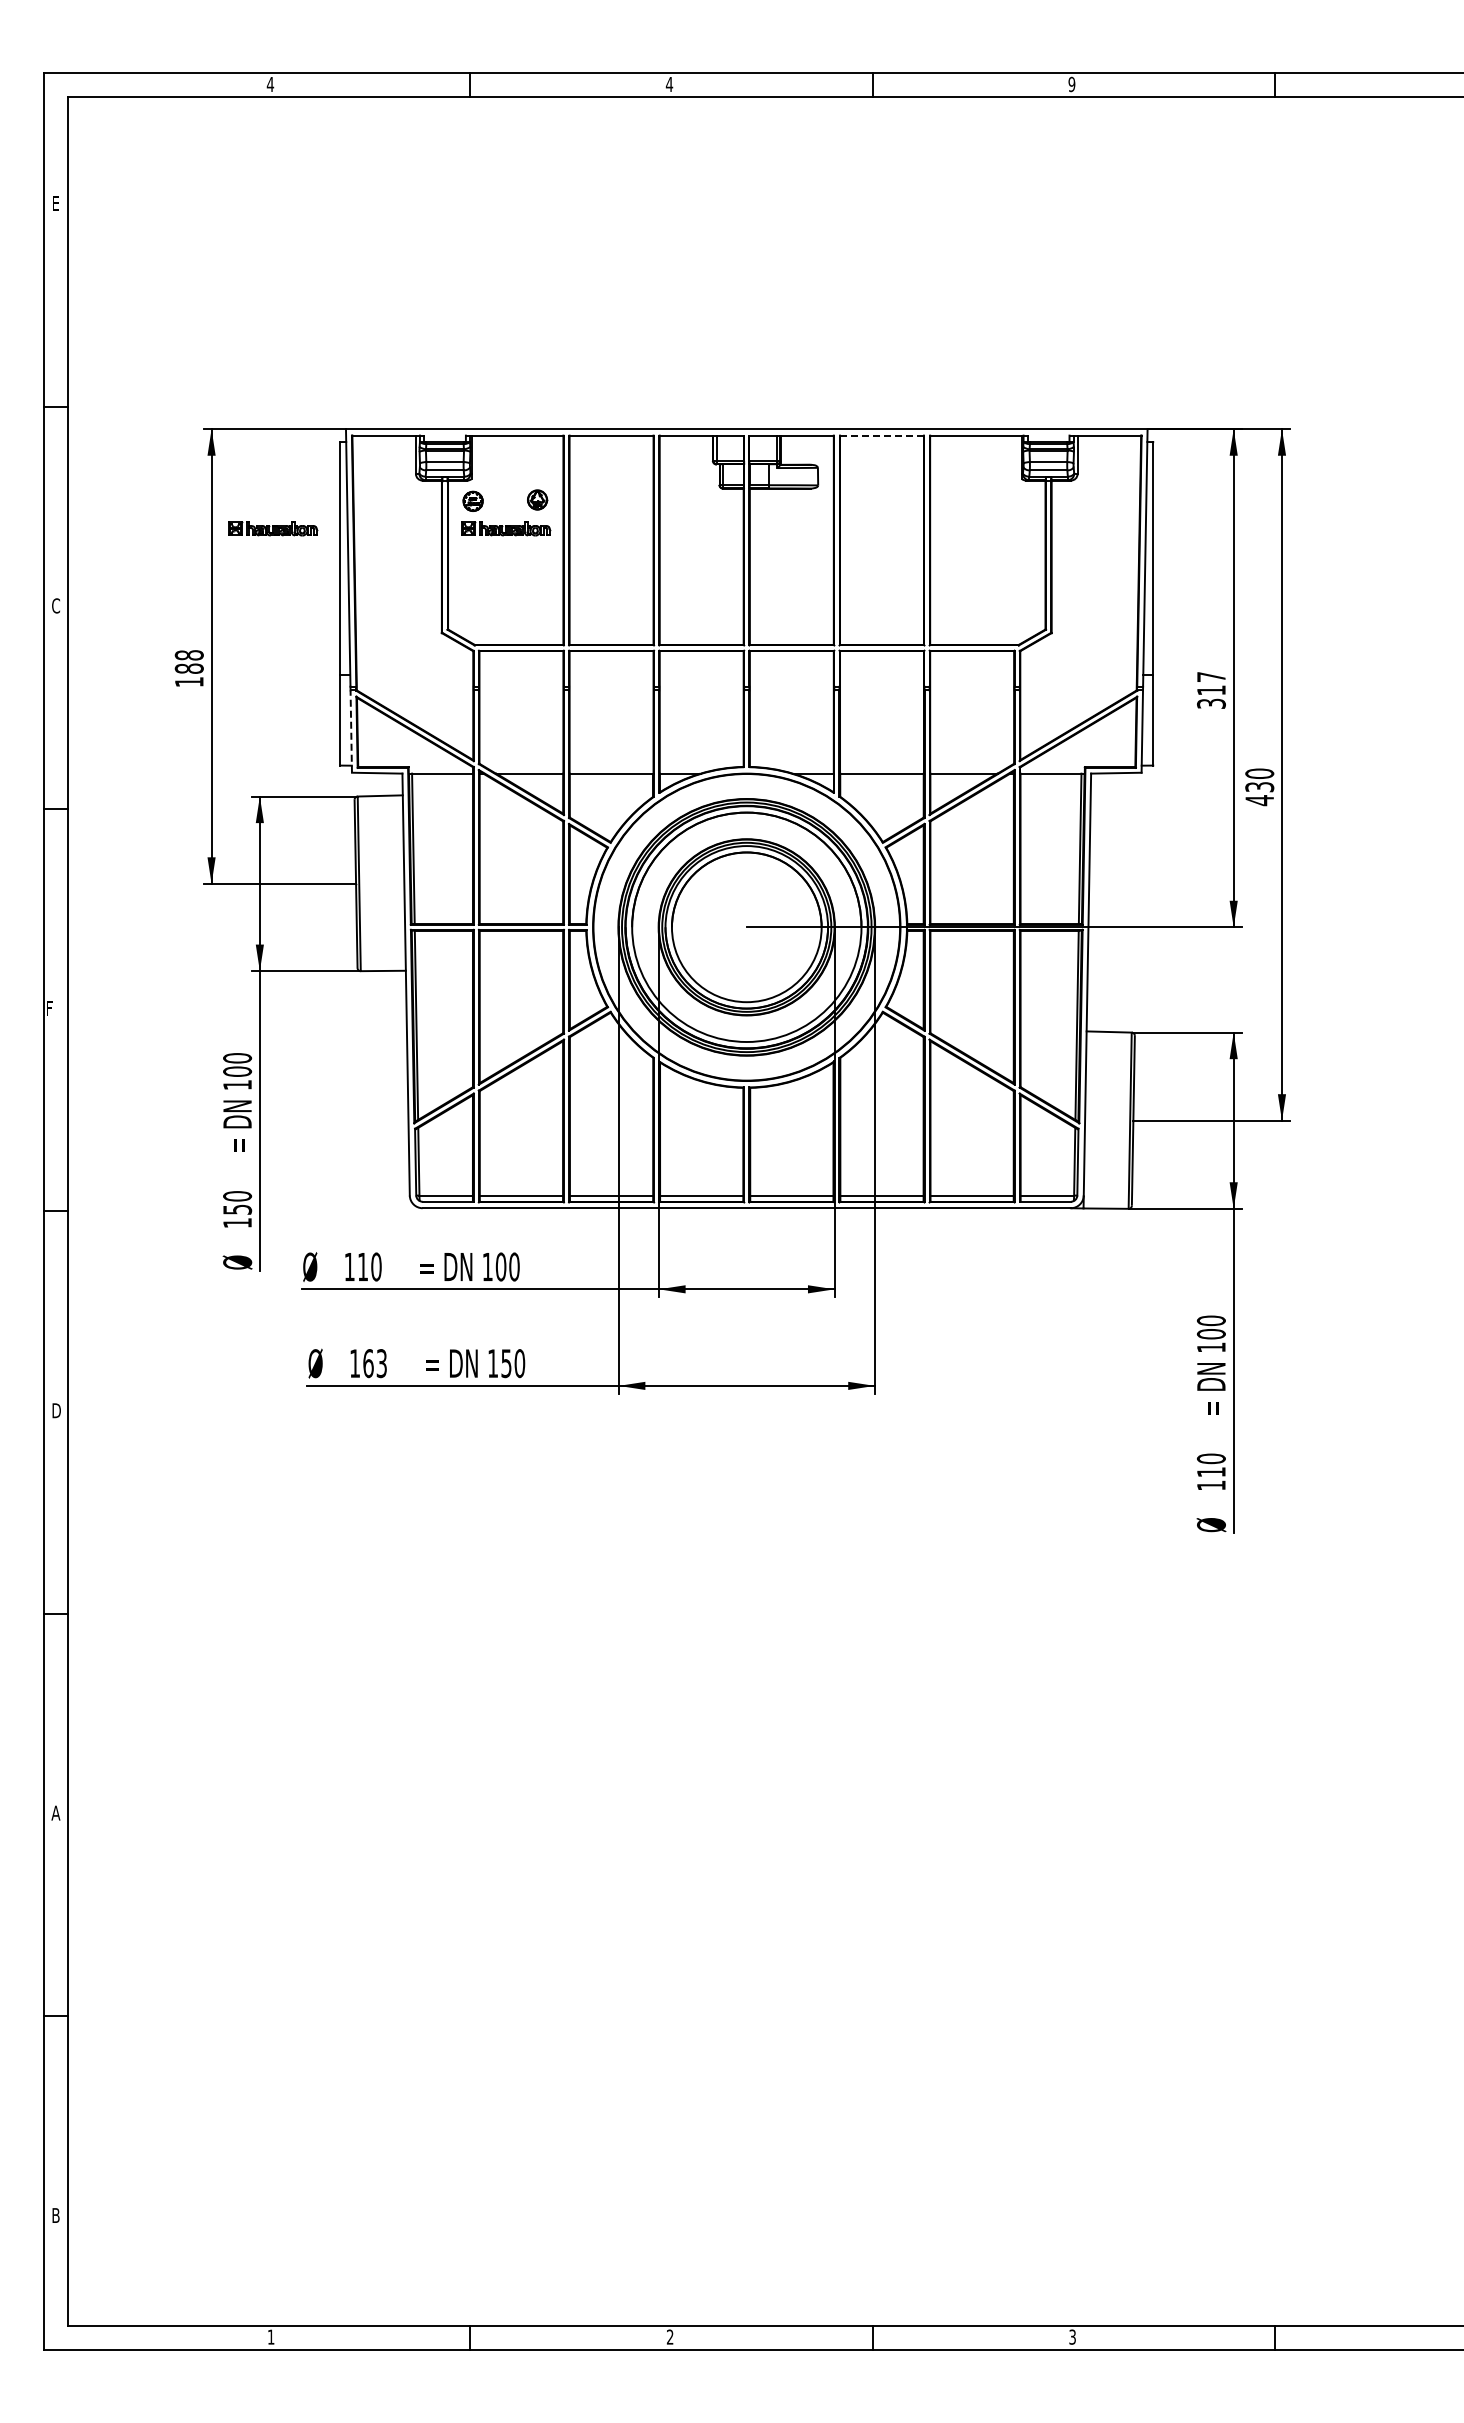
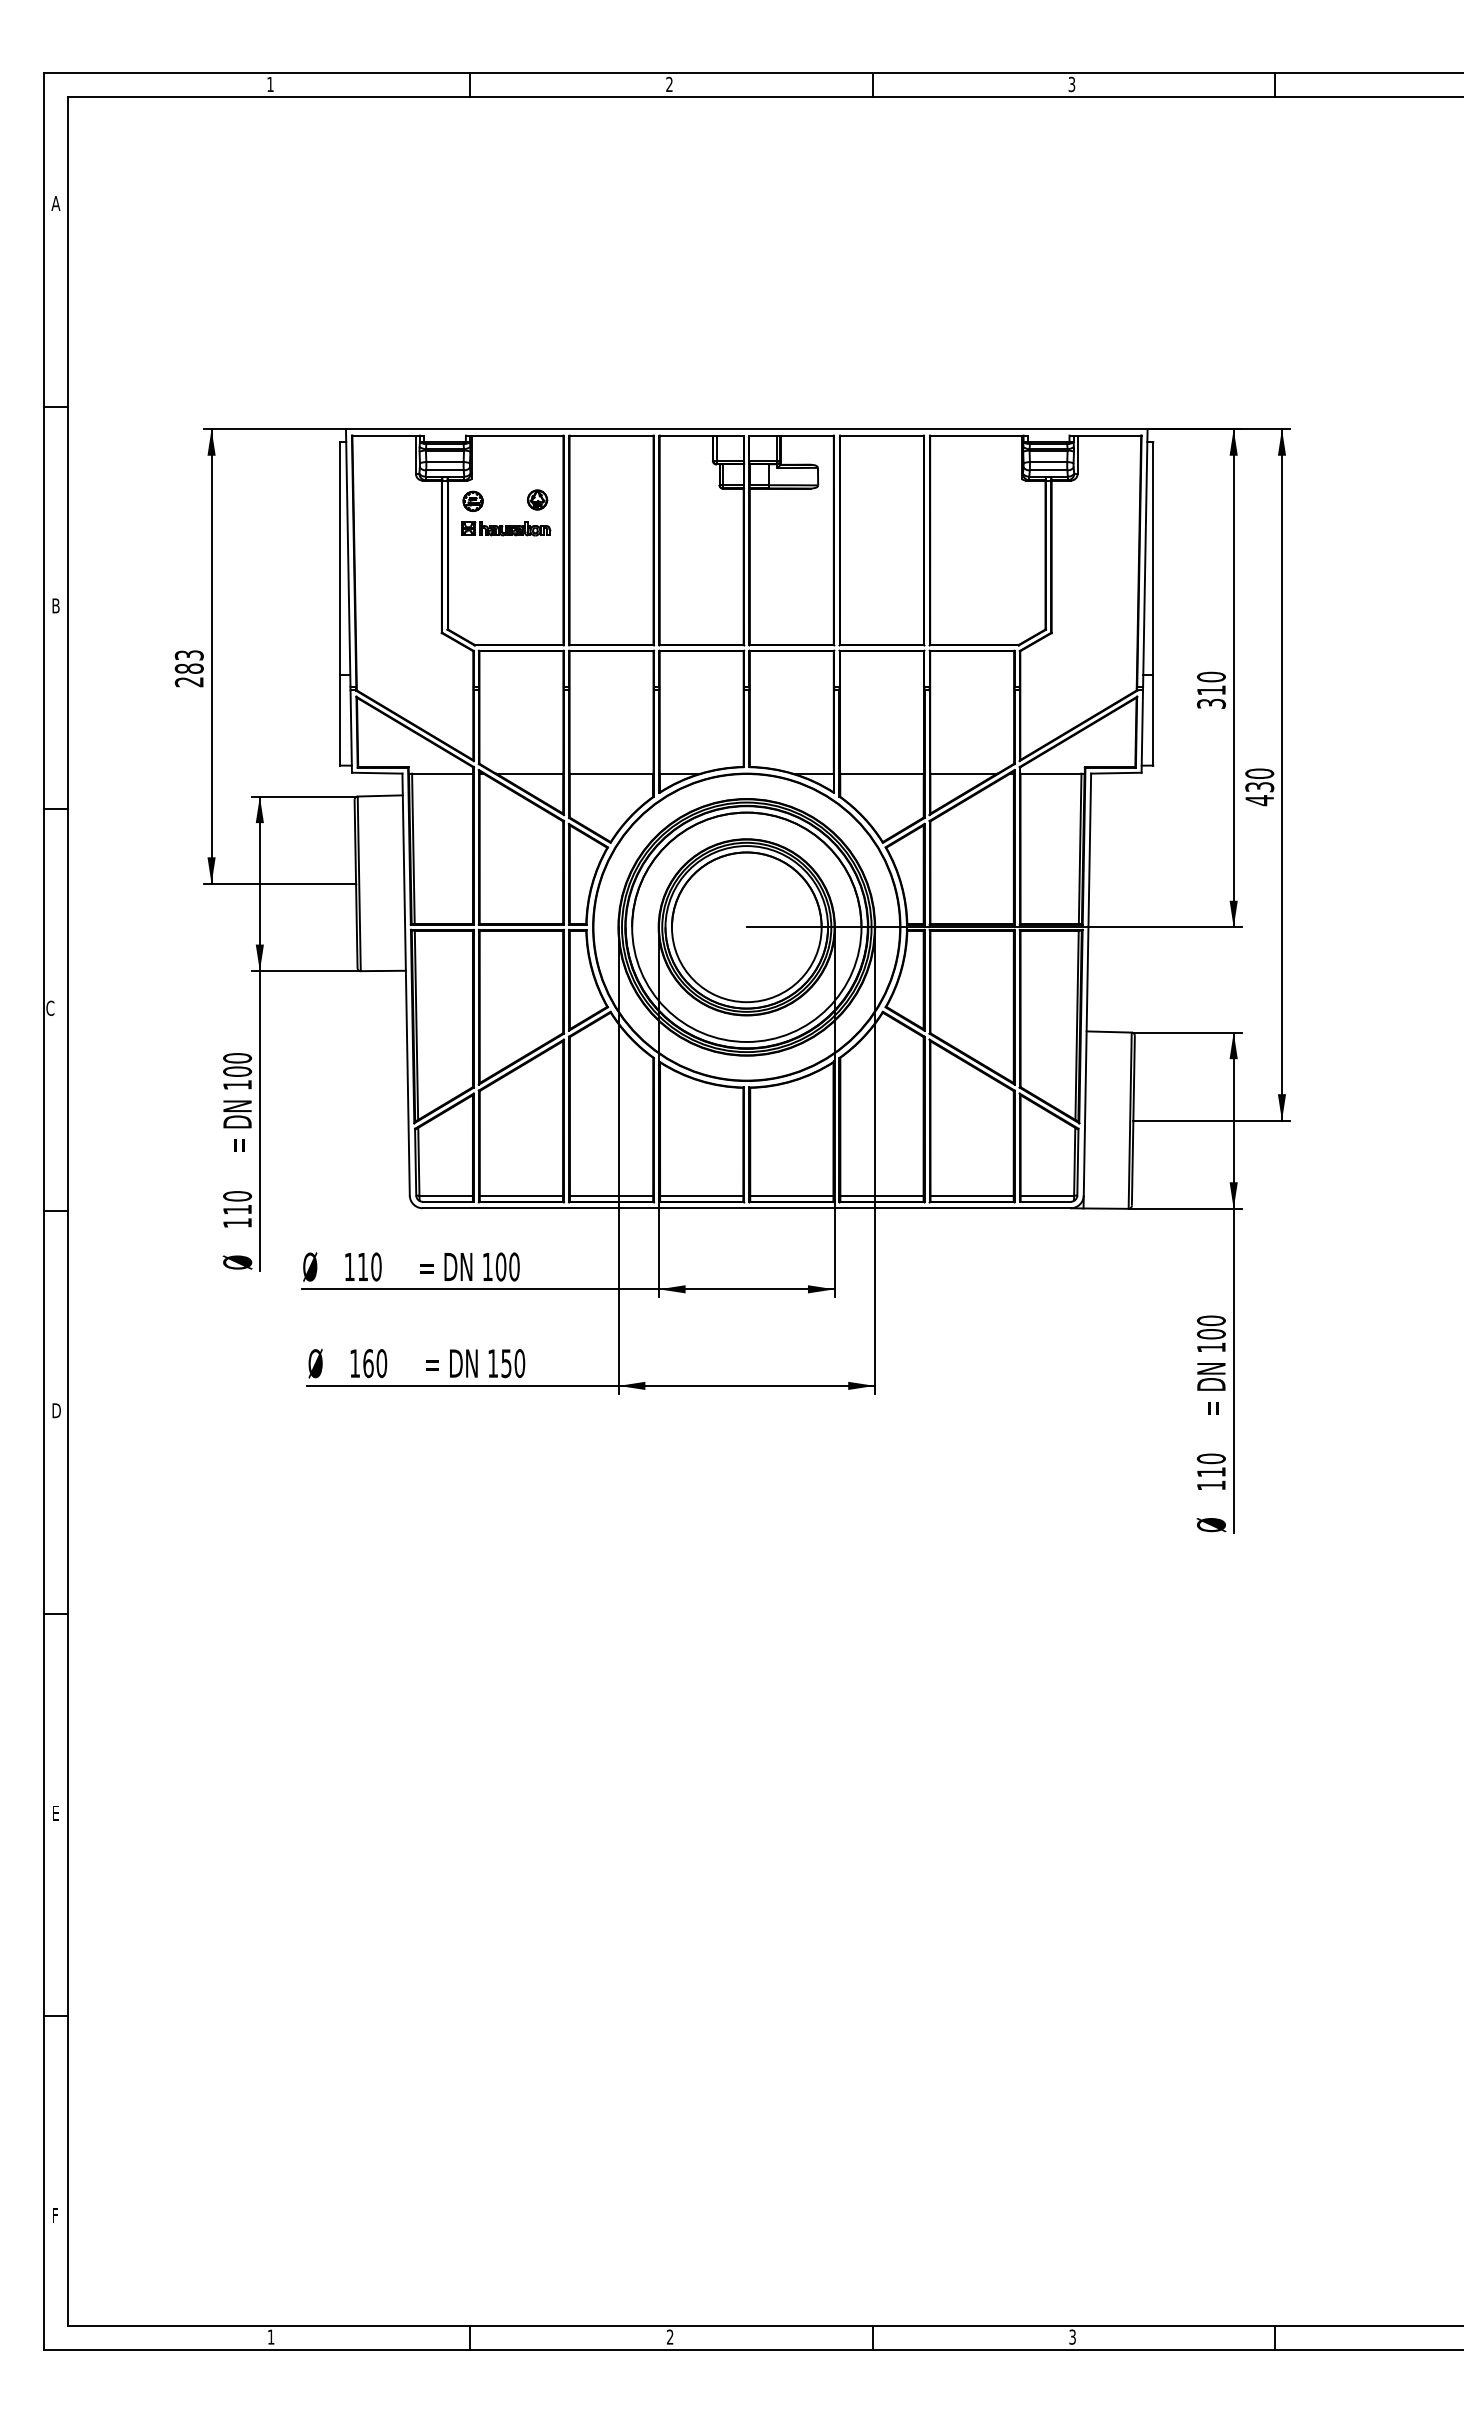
text at (669, 83): 4 -> 2
text at (270, 84): 4 -> 1
text at (1071, 84): 9 -> 3
text at (55, 203): E -> A
line at (882, 435): dashed -> solid
part at (273, 528): present -> none
text at (56, 605): C -> B
text at (188, 668): 188 -> 283
text at (1211, 676): 317 -> 310
line at (351, 731): dashed -> solid
text at (50, 1007): F -> C
text at (237, 1209): 150 -> 110
text at (381, 1363): 163 -> 160
text at (55, 1812): A -> E
text at (55, 2215): B -> F
